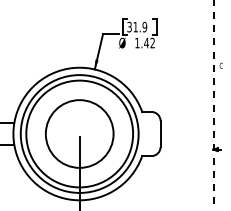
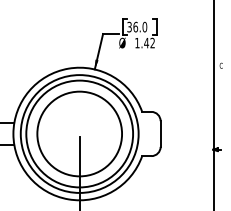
text at (139, 26): 31.9 -> 36.0
line at (213, 105): dashed -> solid
circle at (79, 133) diameter: 68 px -> 85 px
